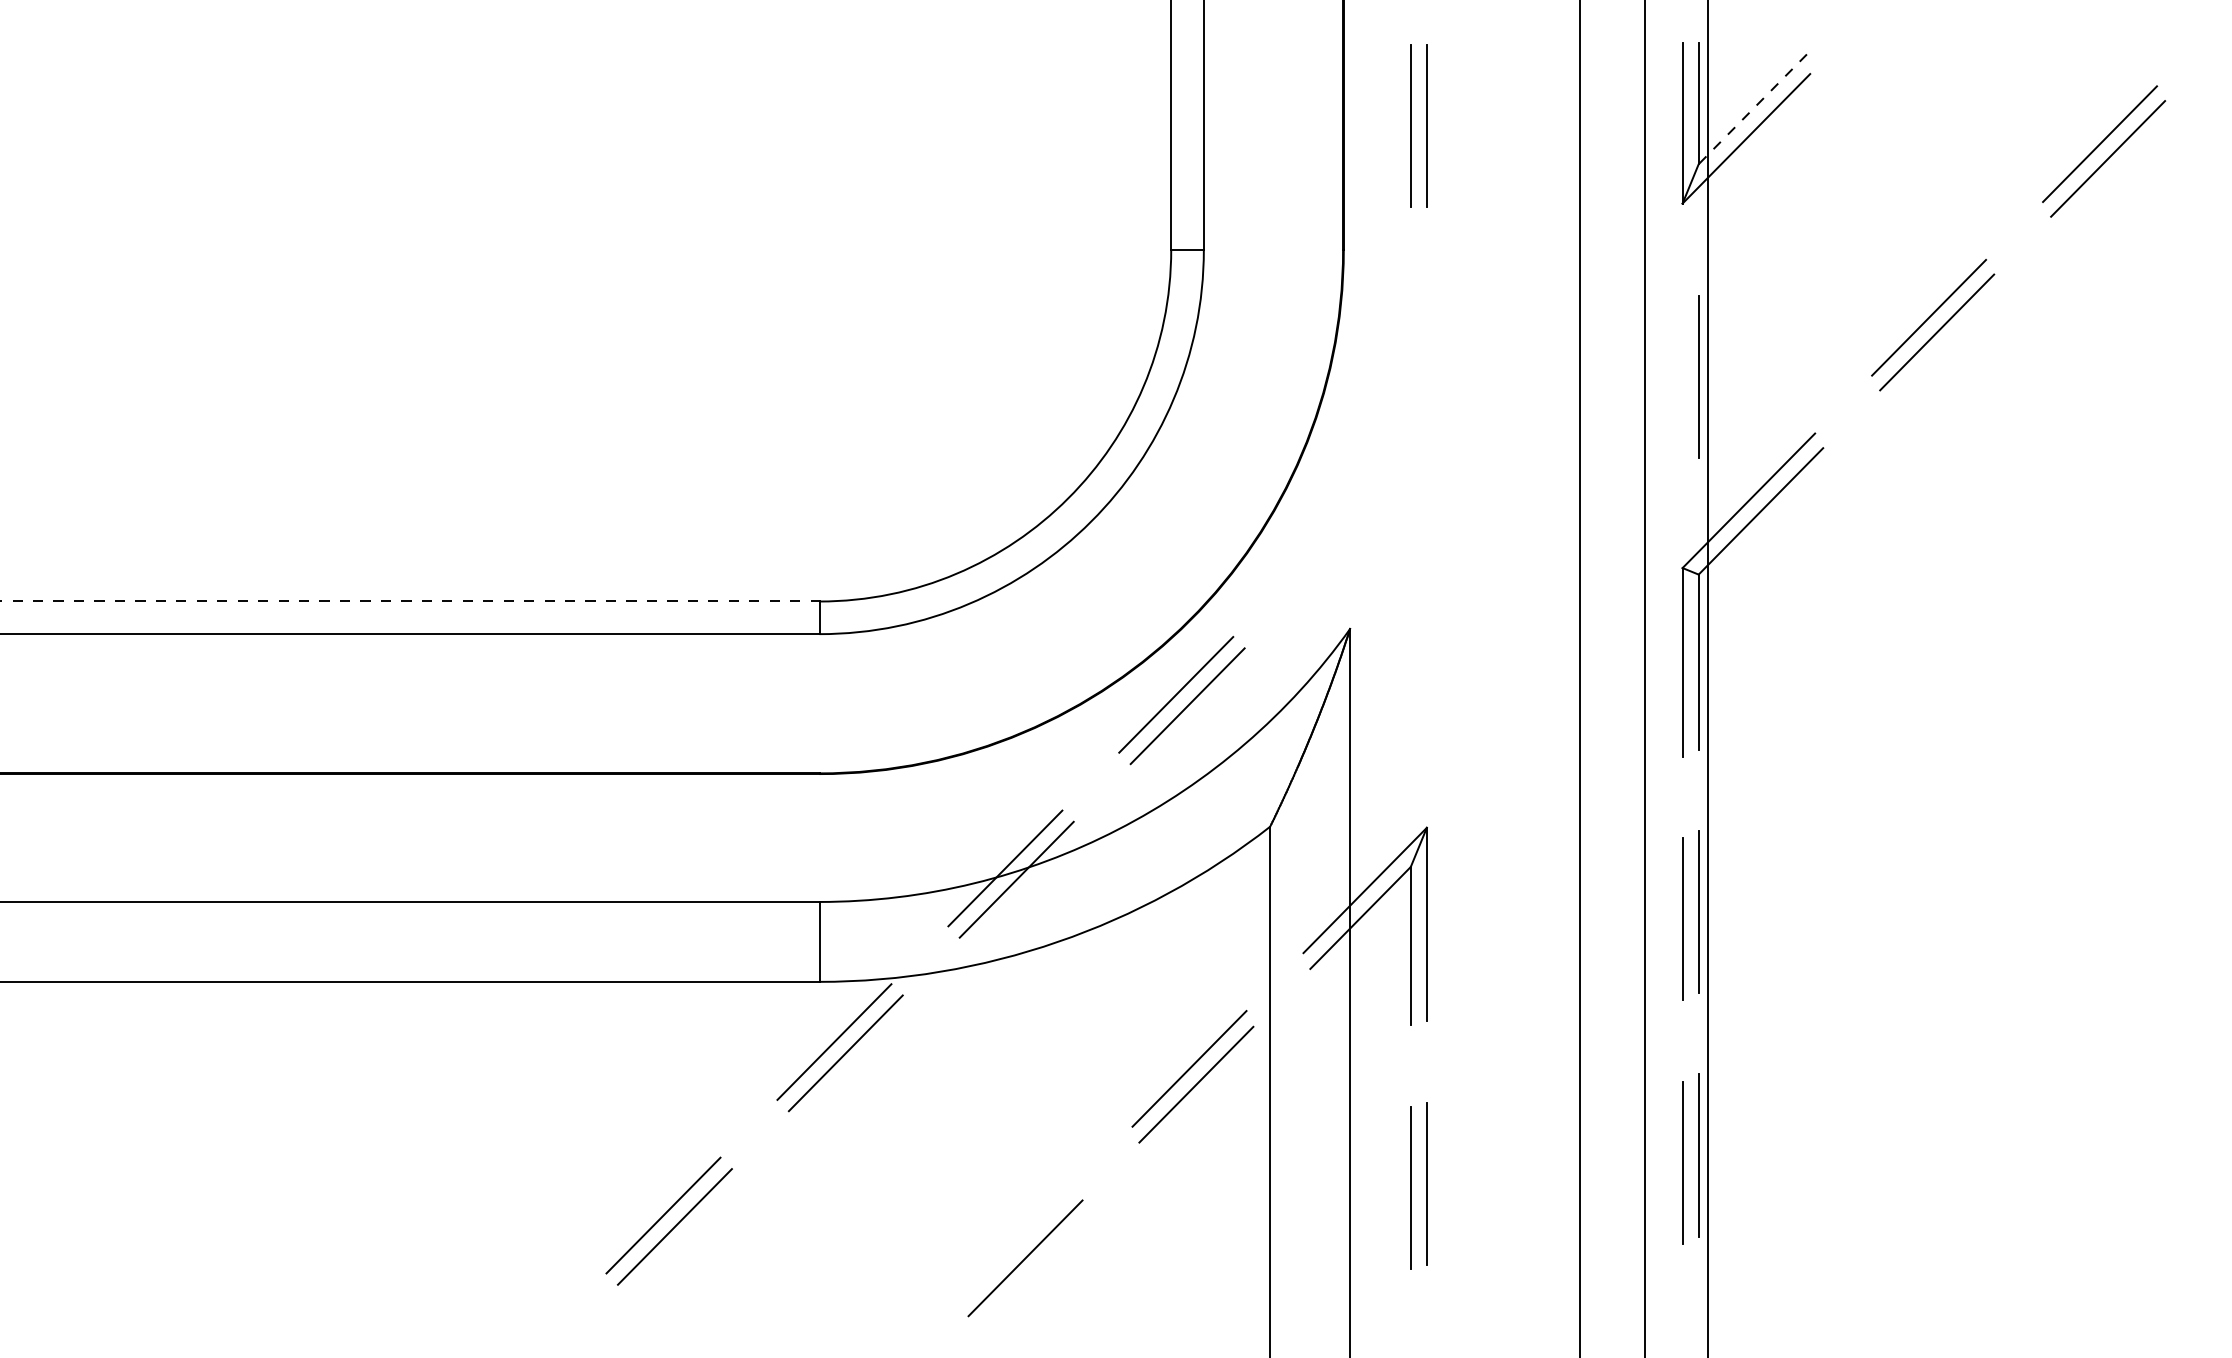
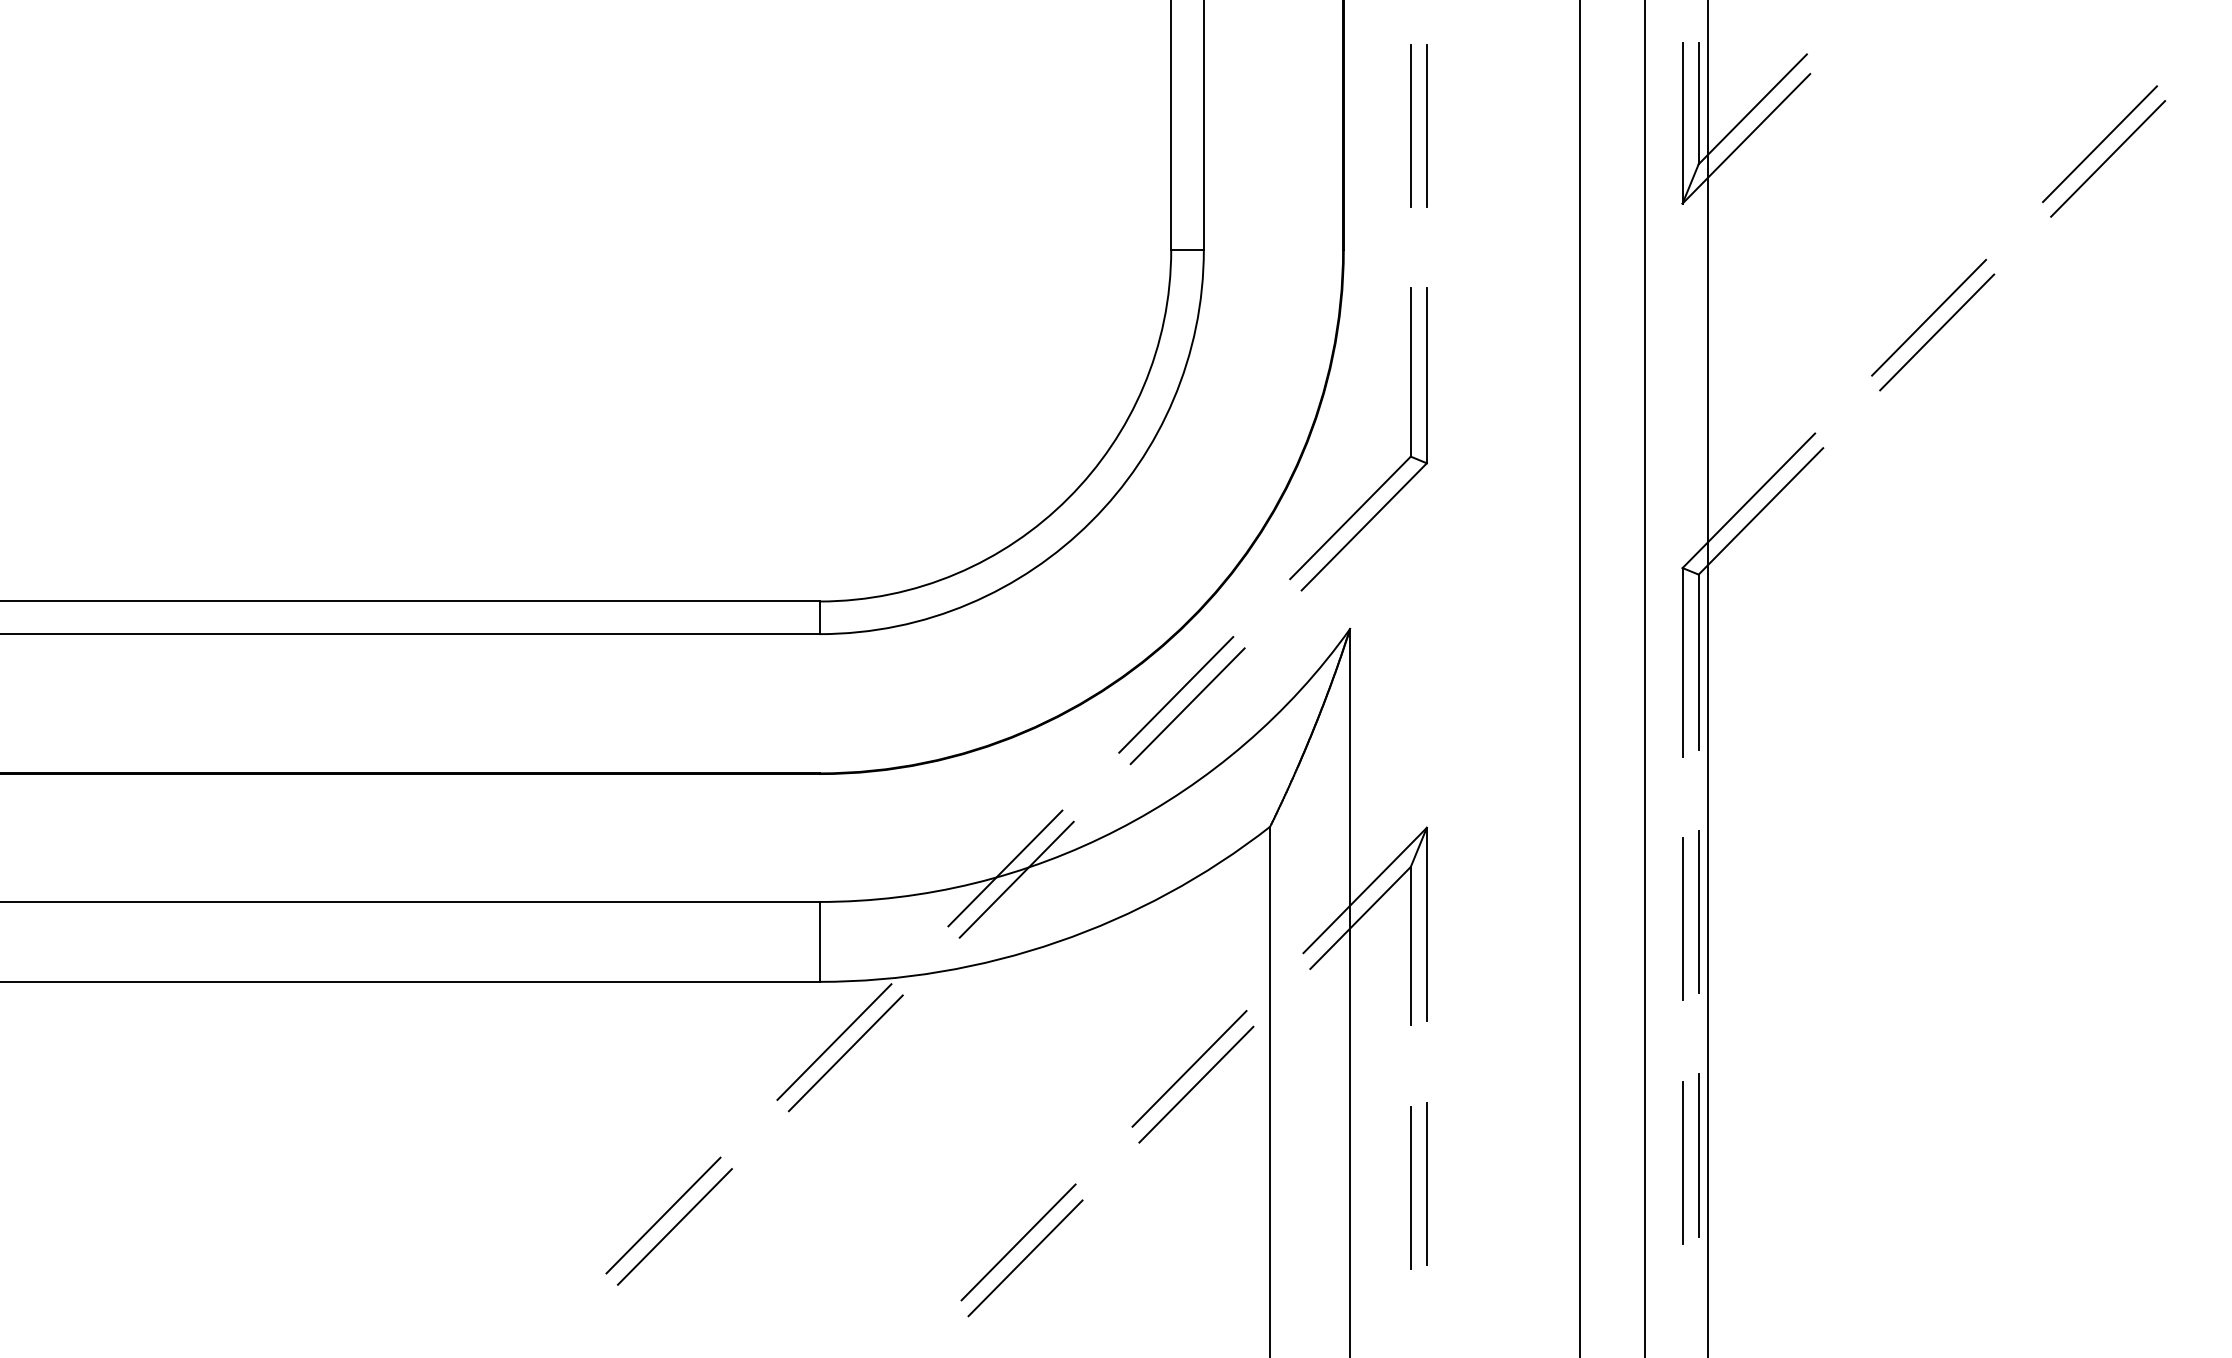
line at (1752, 109): dashed -> solid
line at (1698, 376): present -> none
part at (1392, 473): none -> present
line at (410, 601): dashed -> solid
line at (1018, 1242): none -> present
